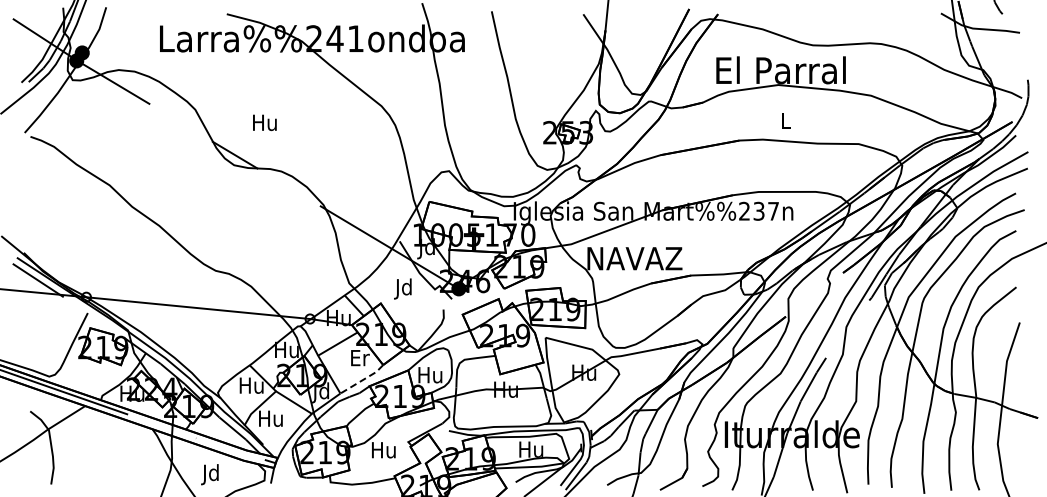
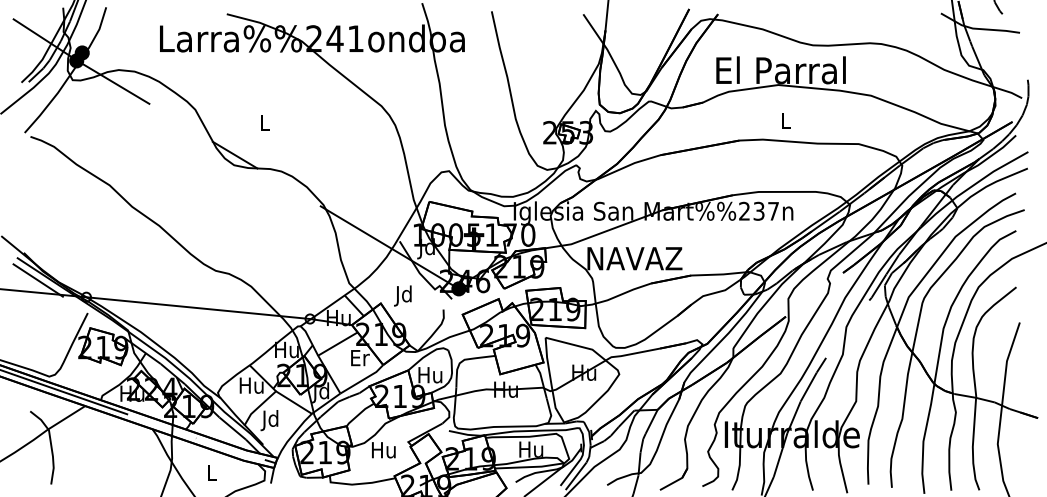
text at (264, 122): Hu -> L
text at (402, 288) position: (402, 288) -> (402, 295)
line at (362, 380): dashed -> solid
text at (270, 420): Hu -> Jd
text at (209, 474): Jd -> L
